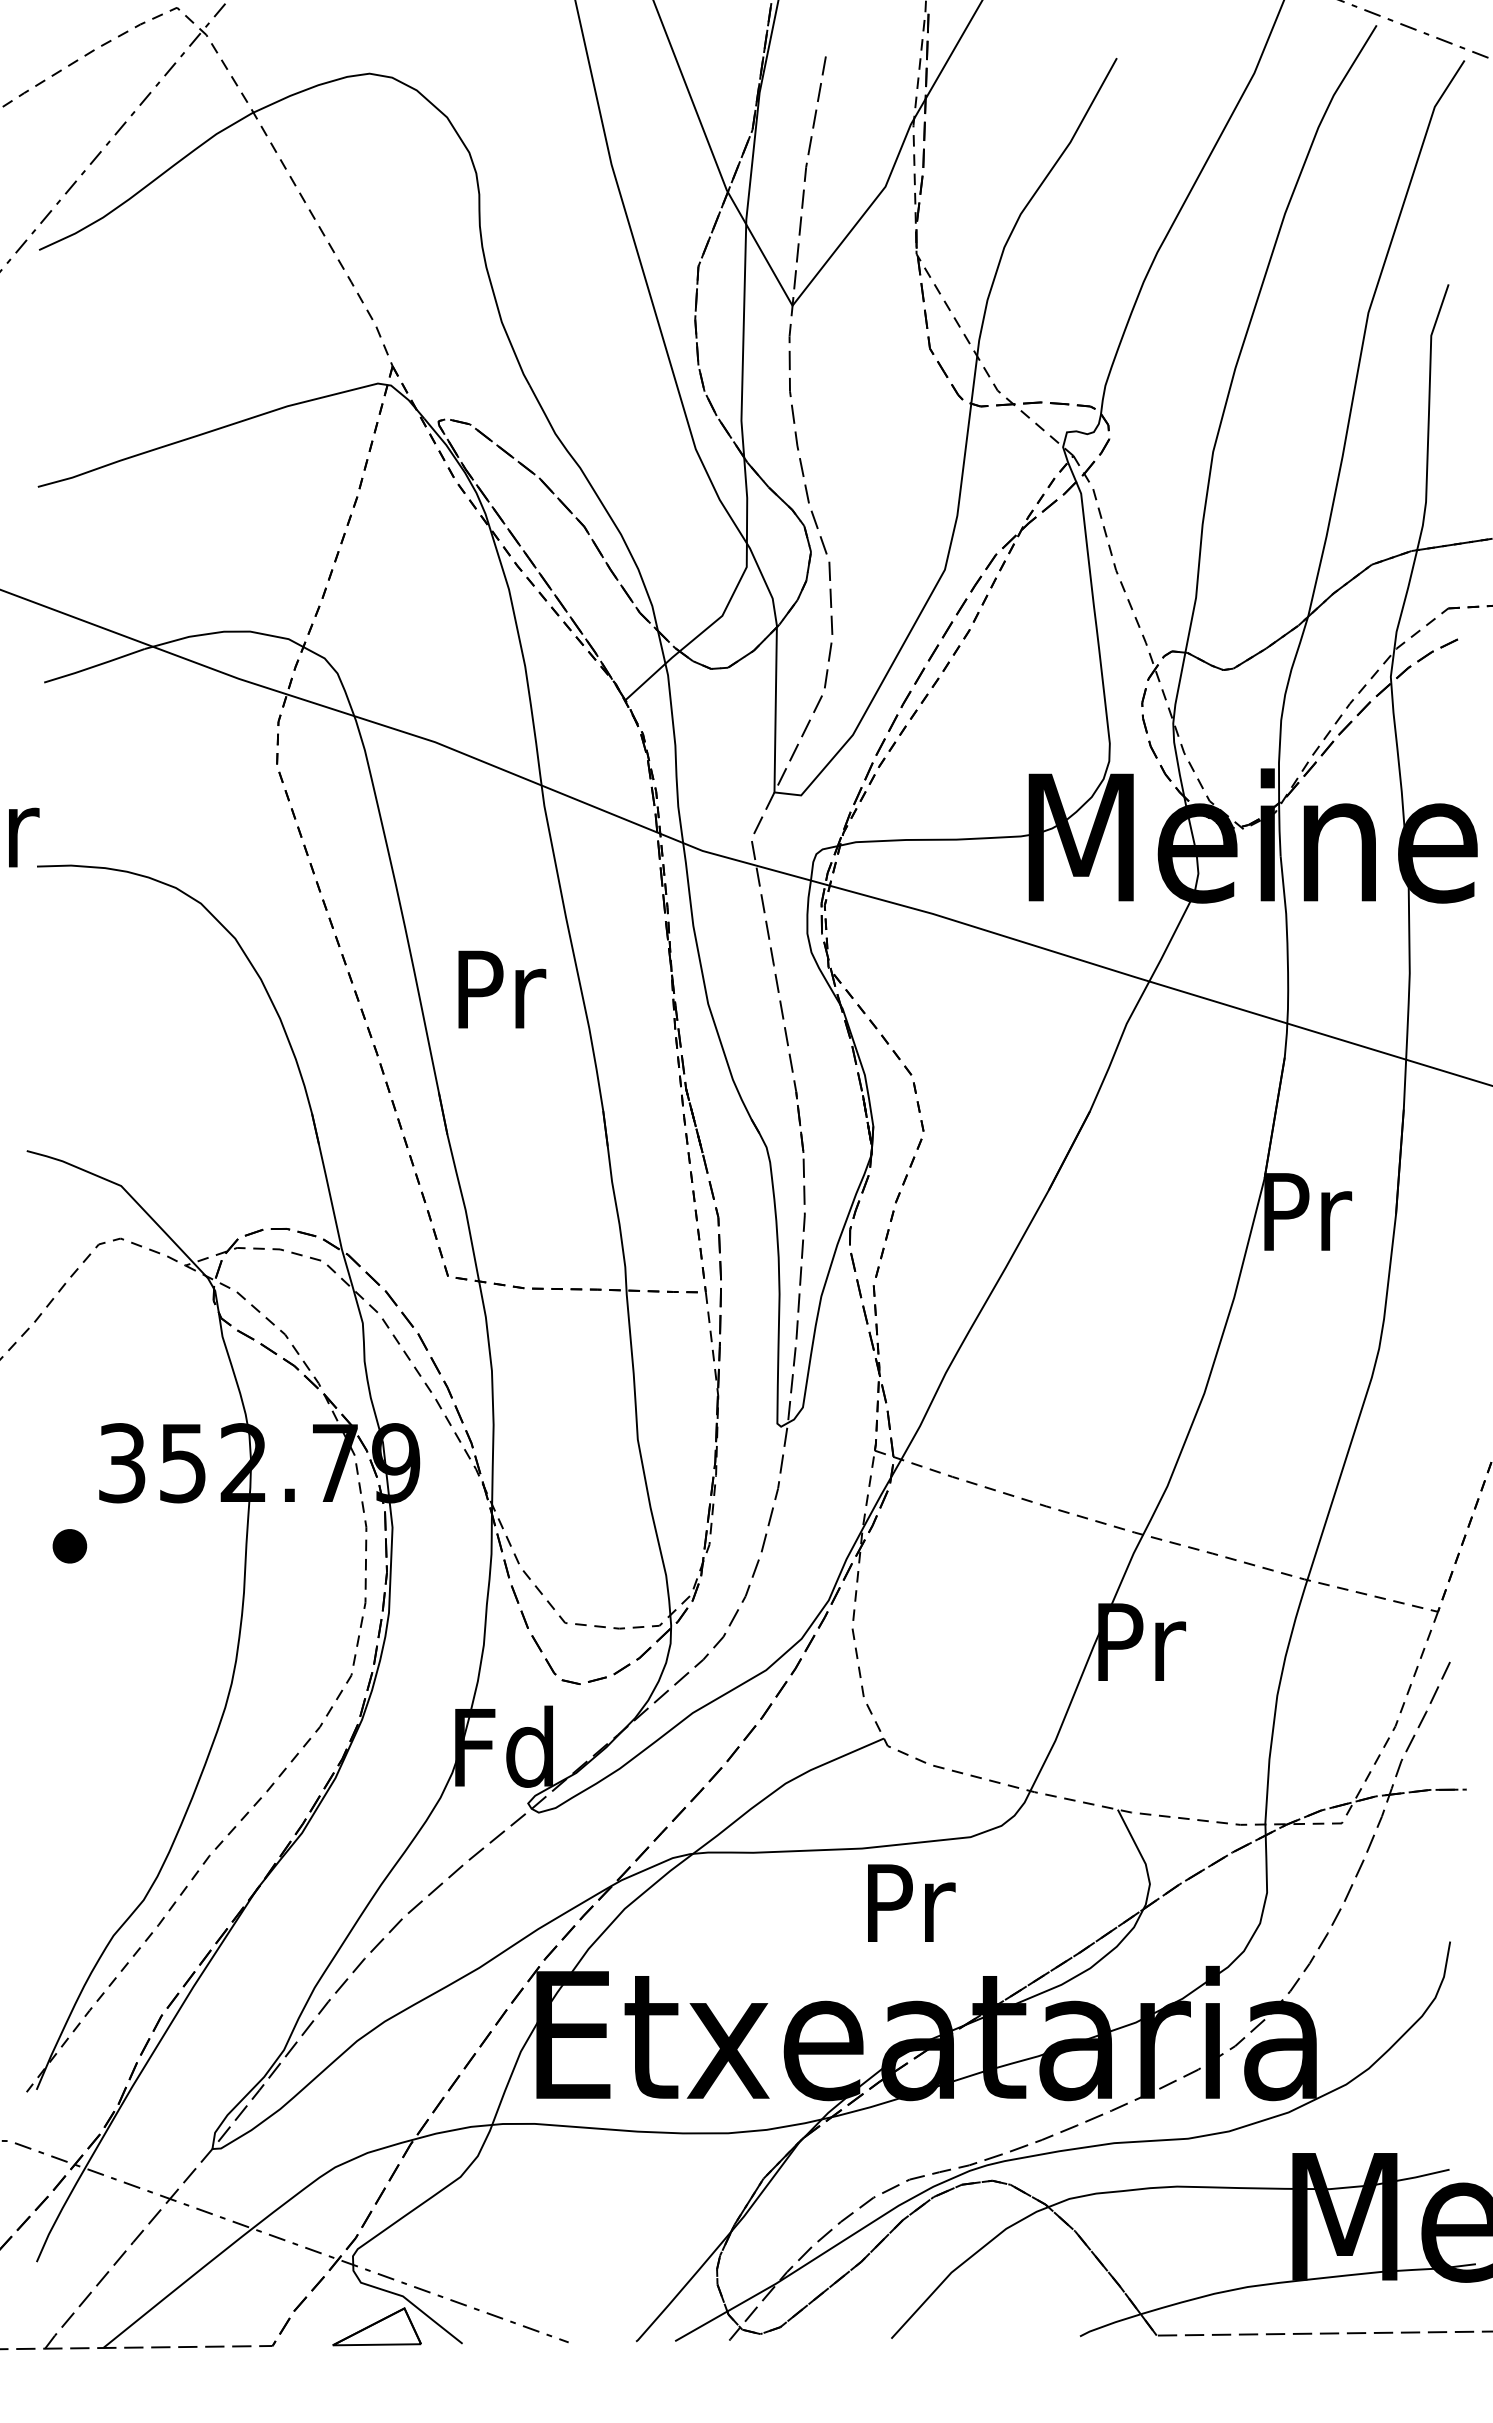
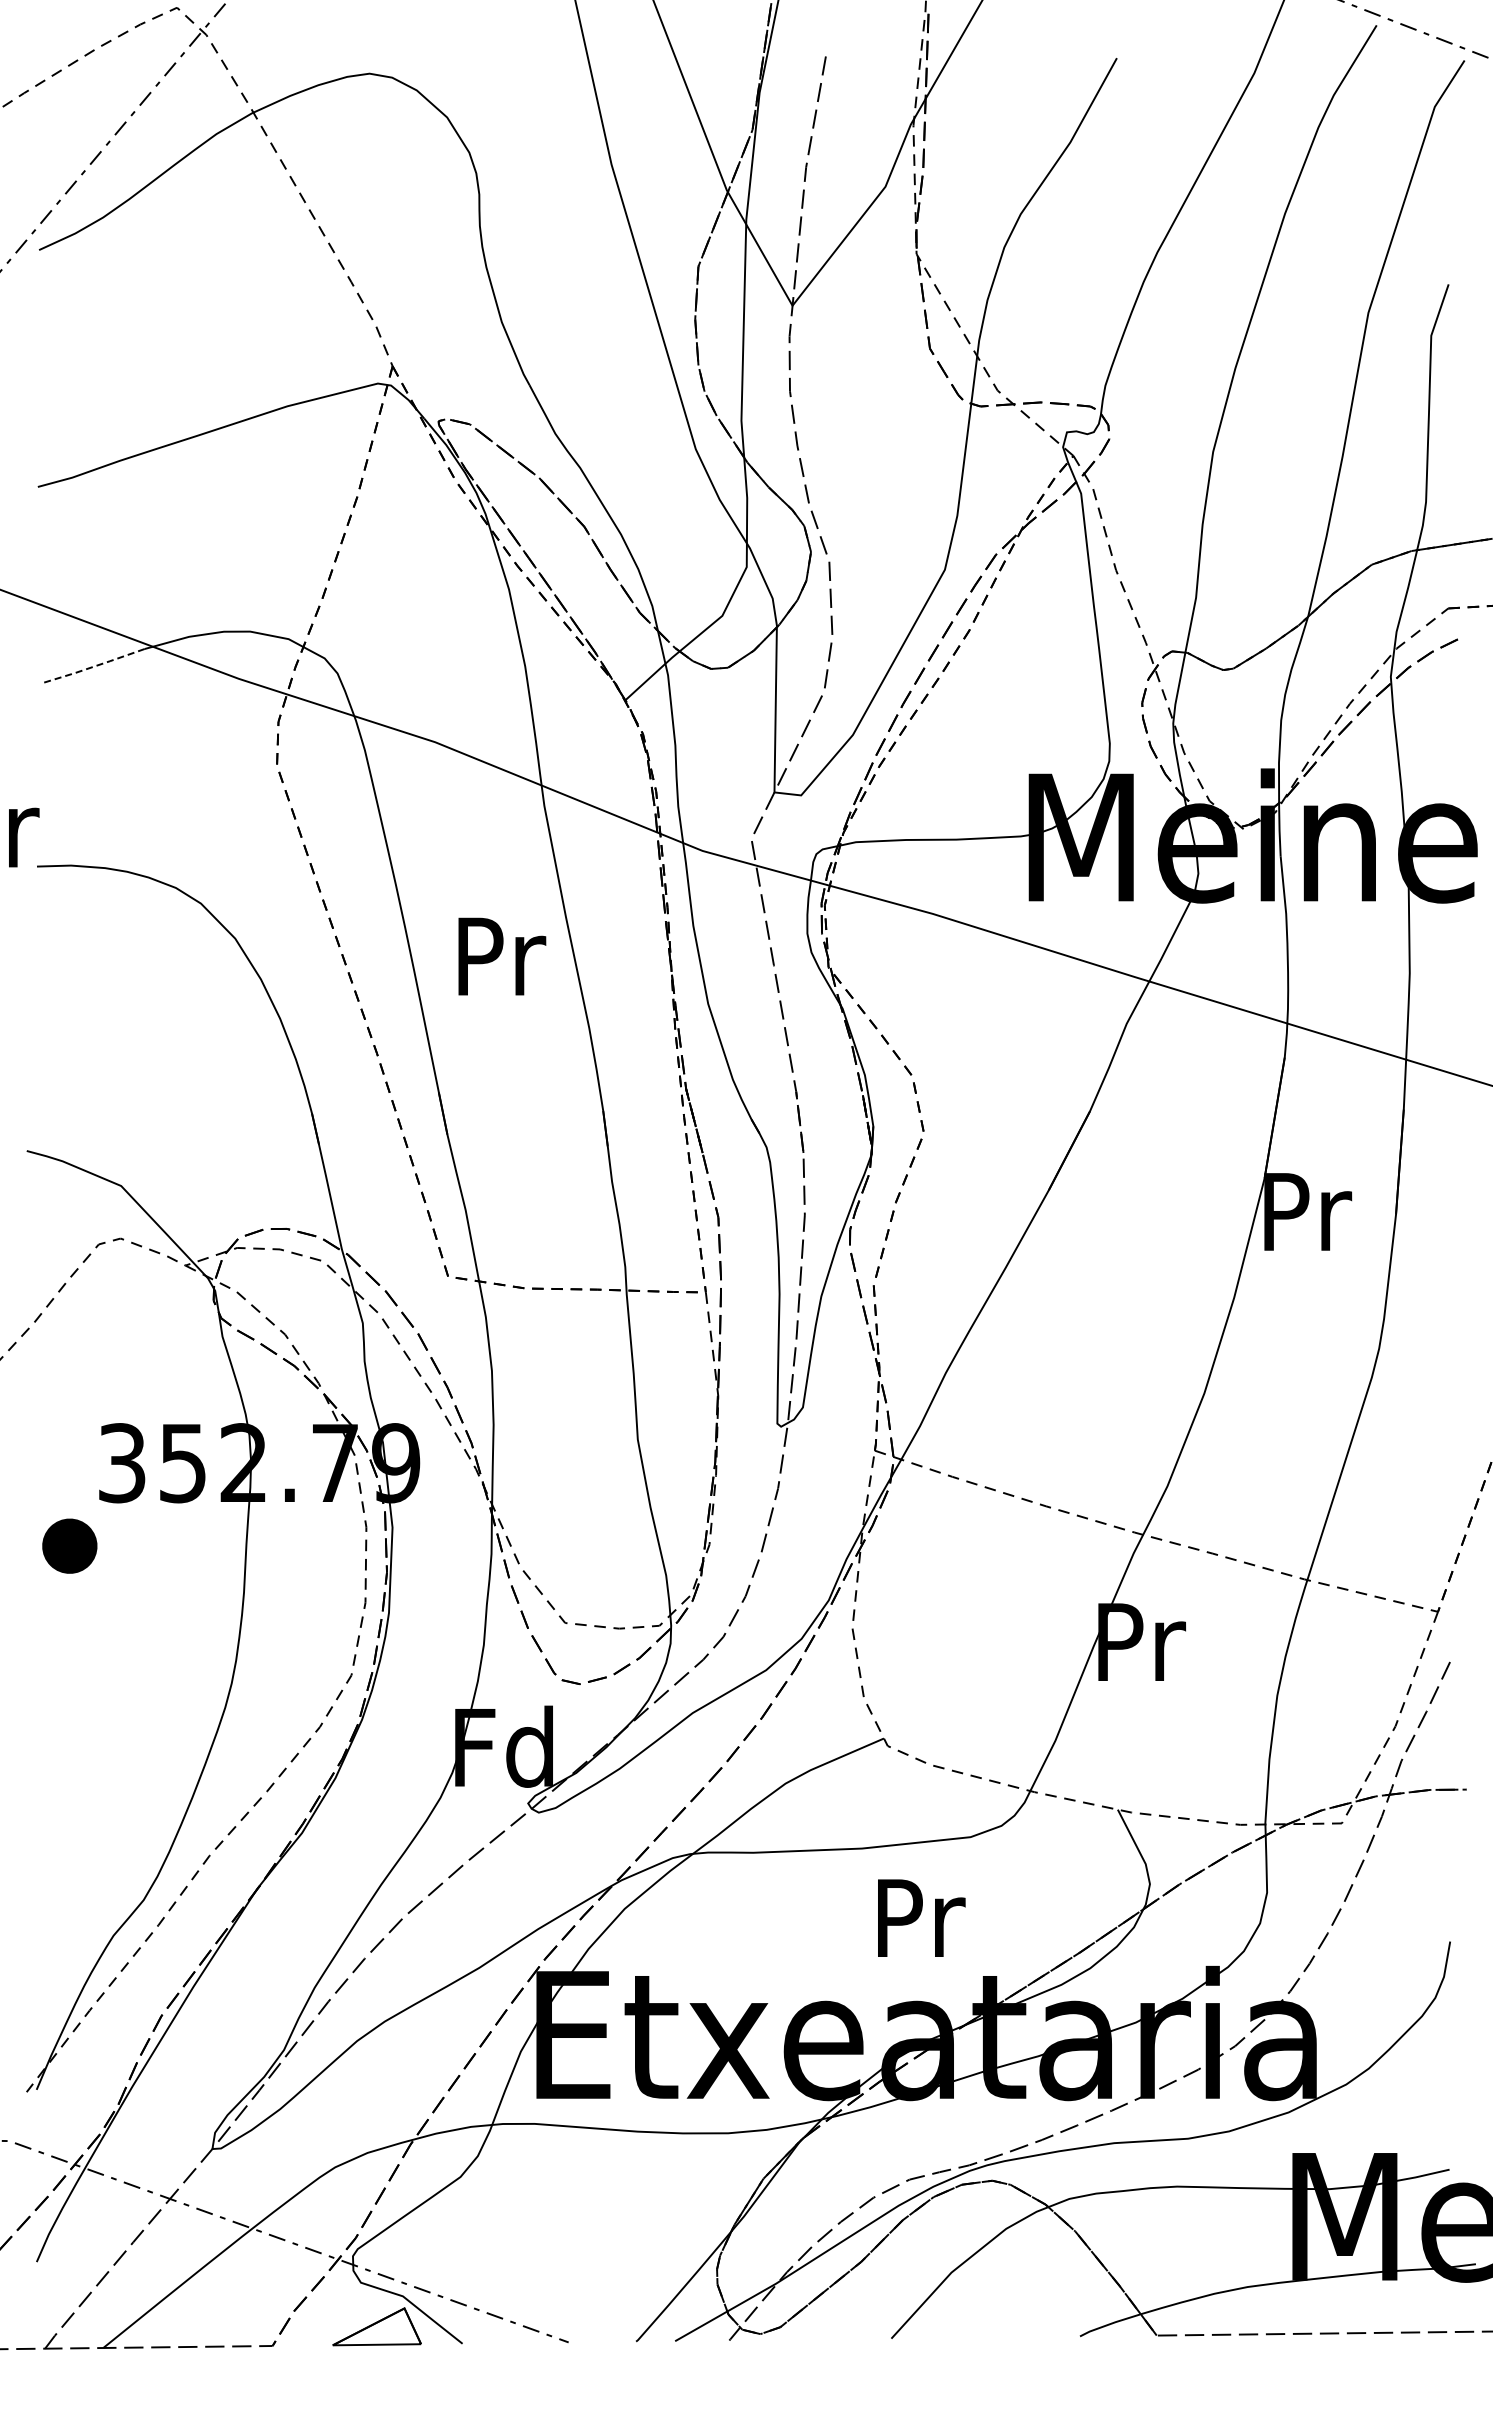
line at (94, 666): solid -> dashed
text at (502, 989) position: (502, 989) -> (502, 956)
part at (69, 1546) size: 36x35 px -> 56x56 px
text at (911, 1902) position: (911, 1902) -> (921, 1917)
